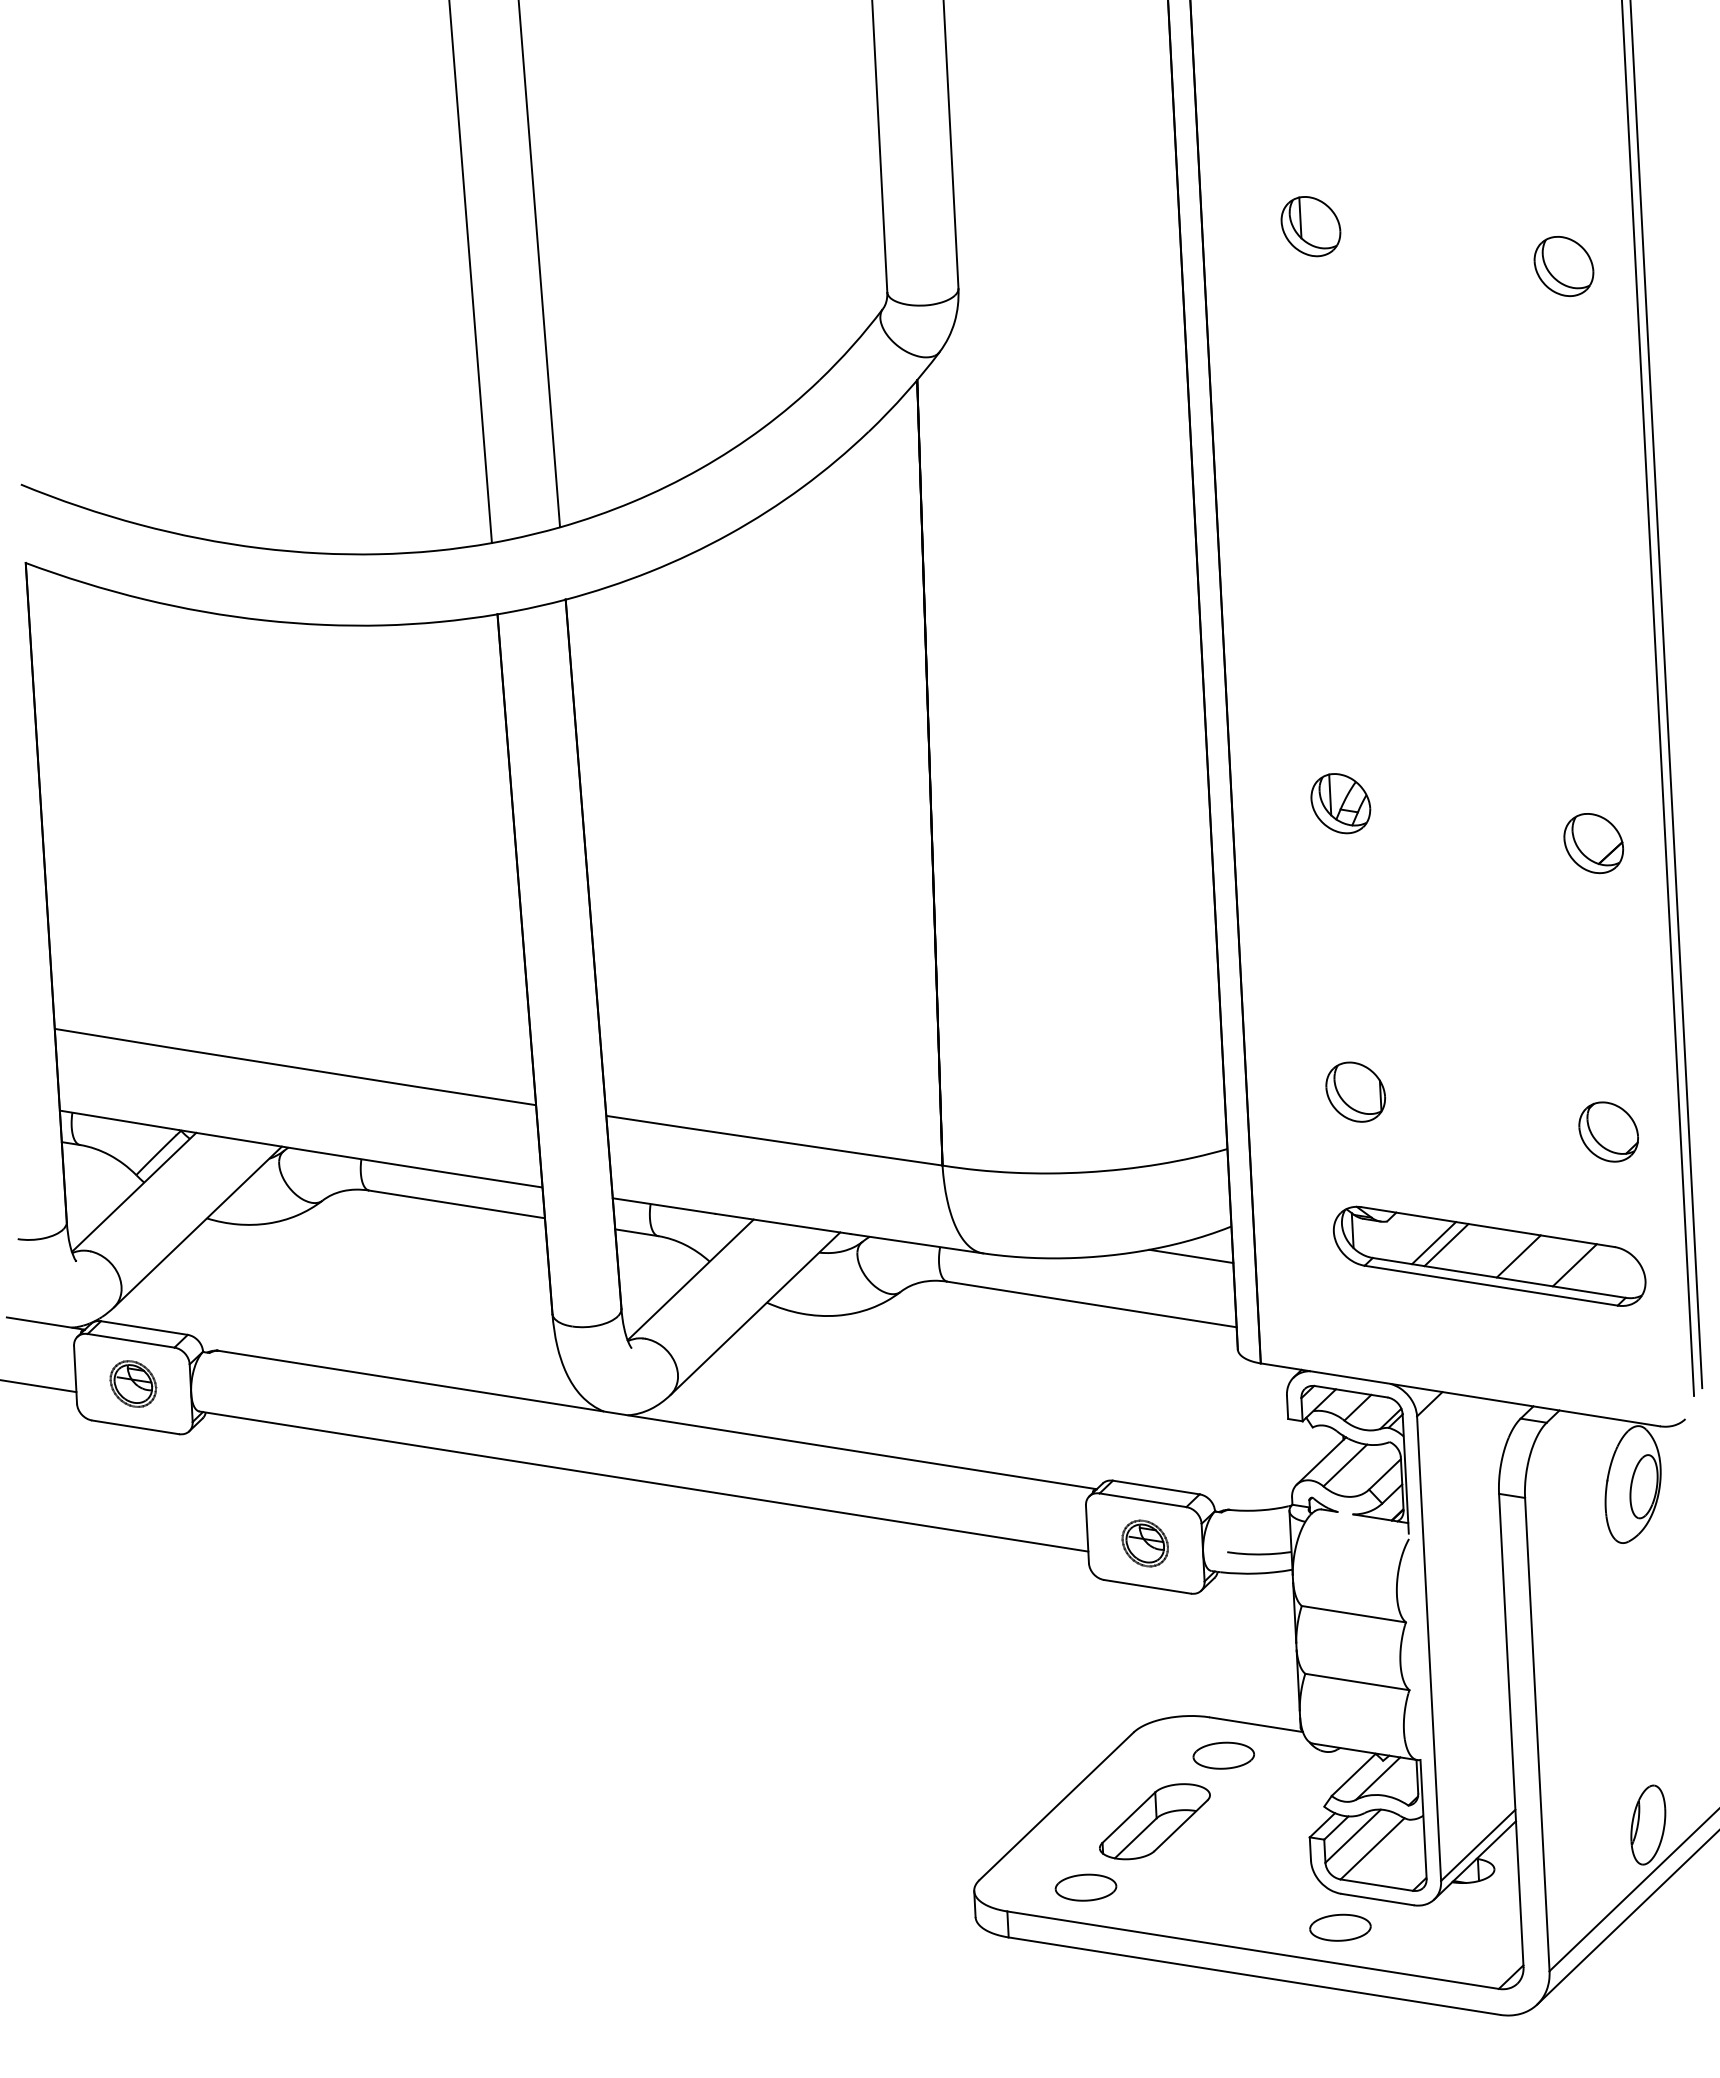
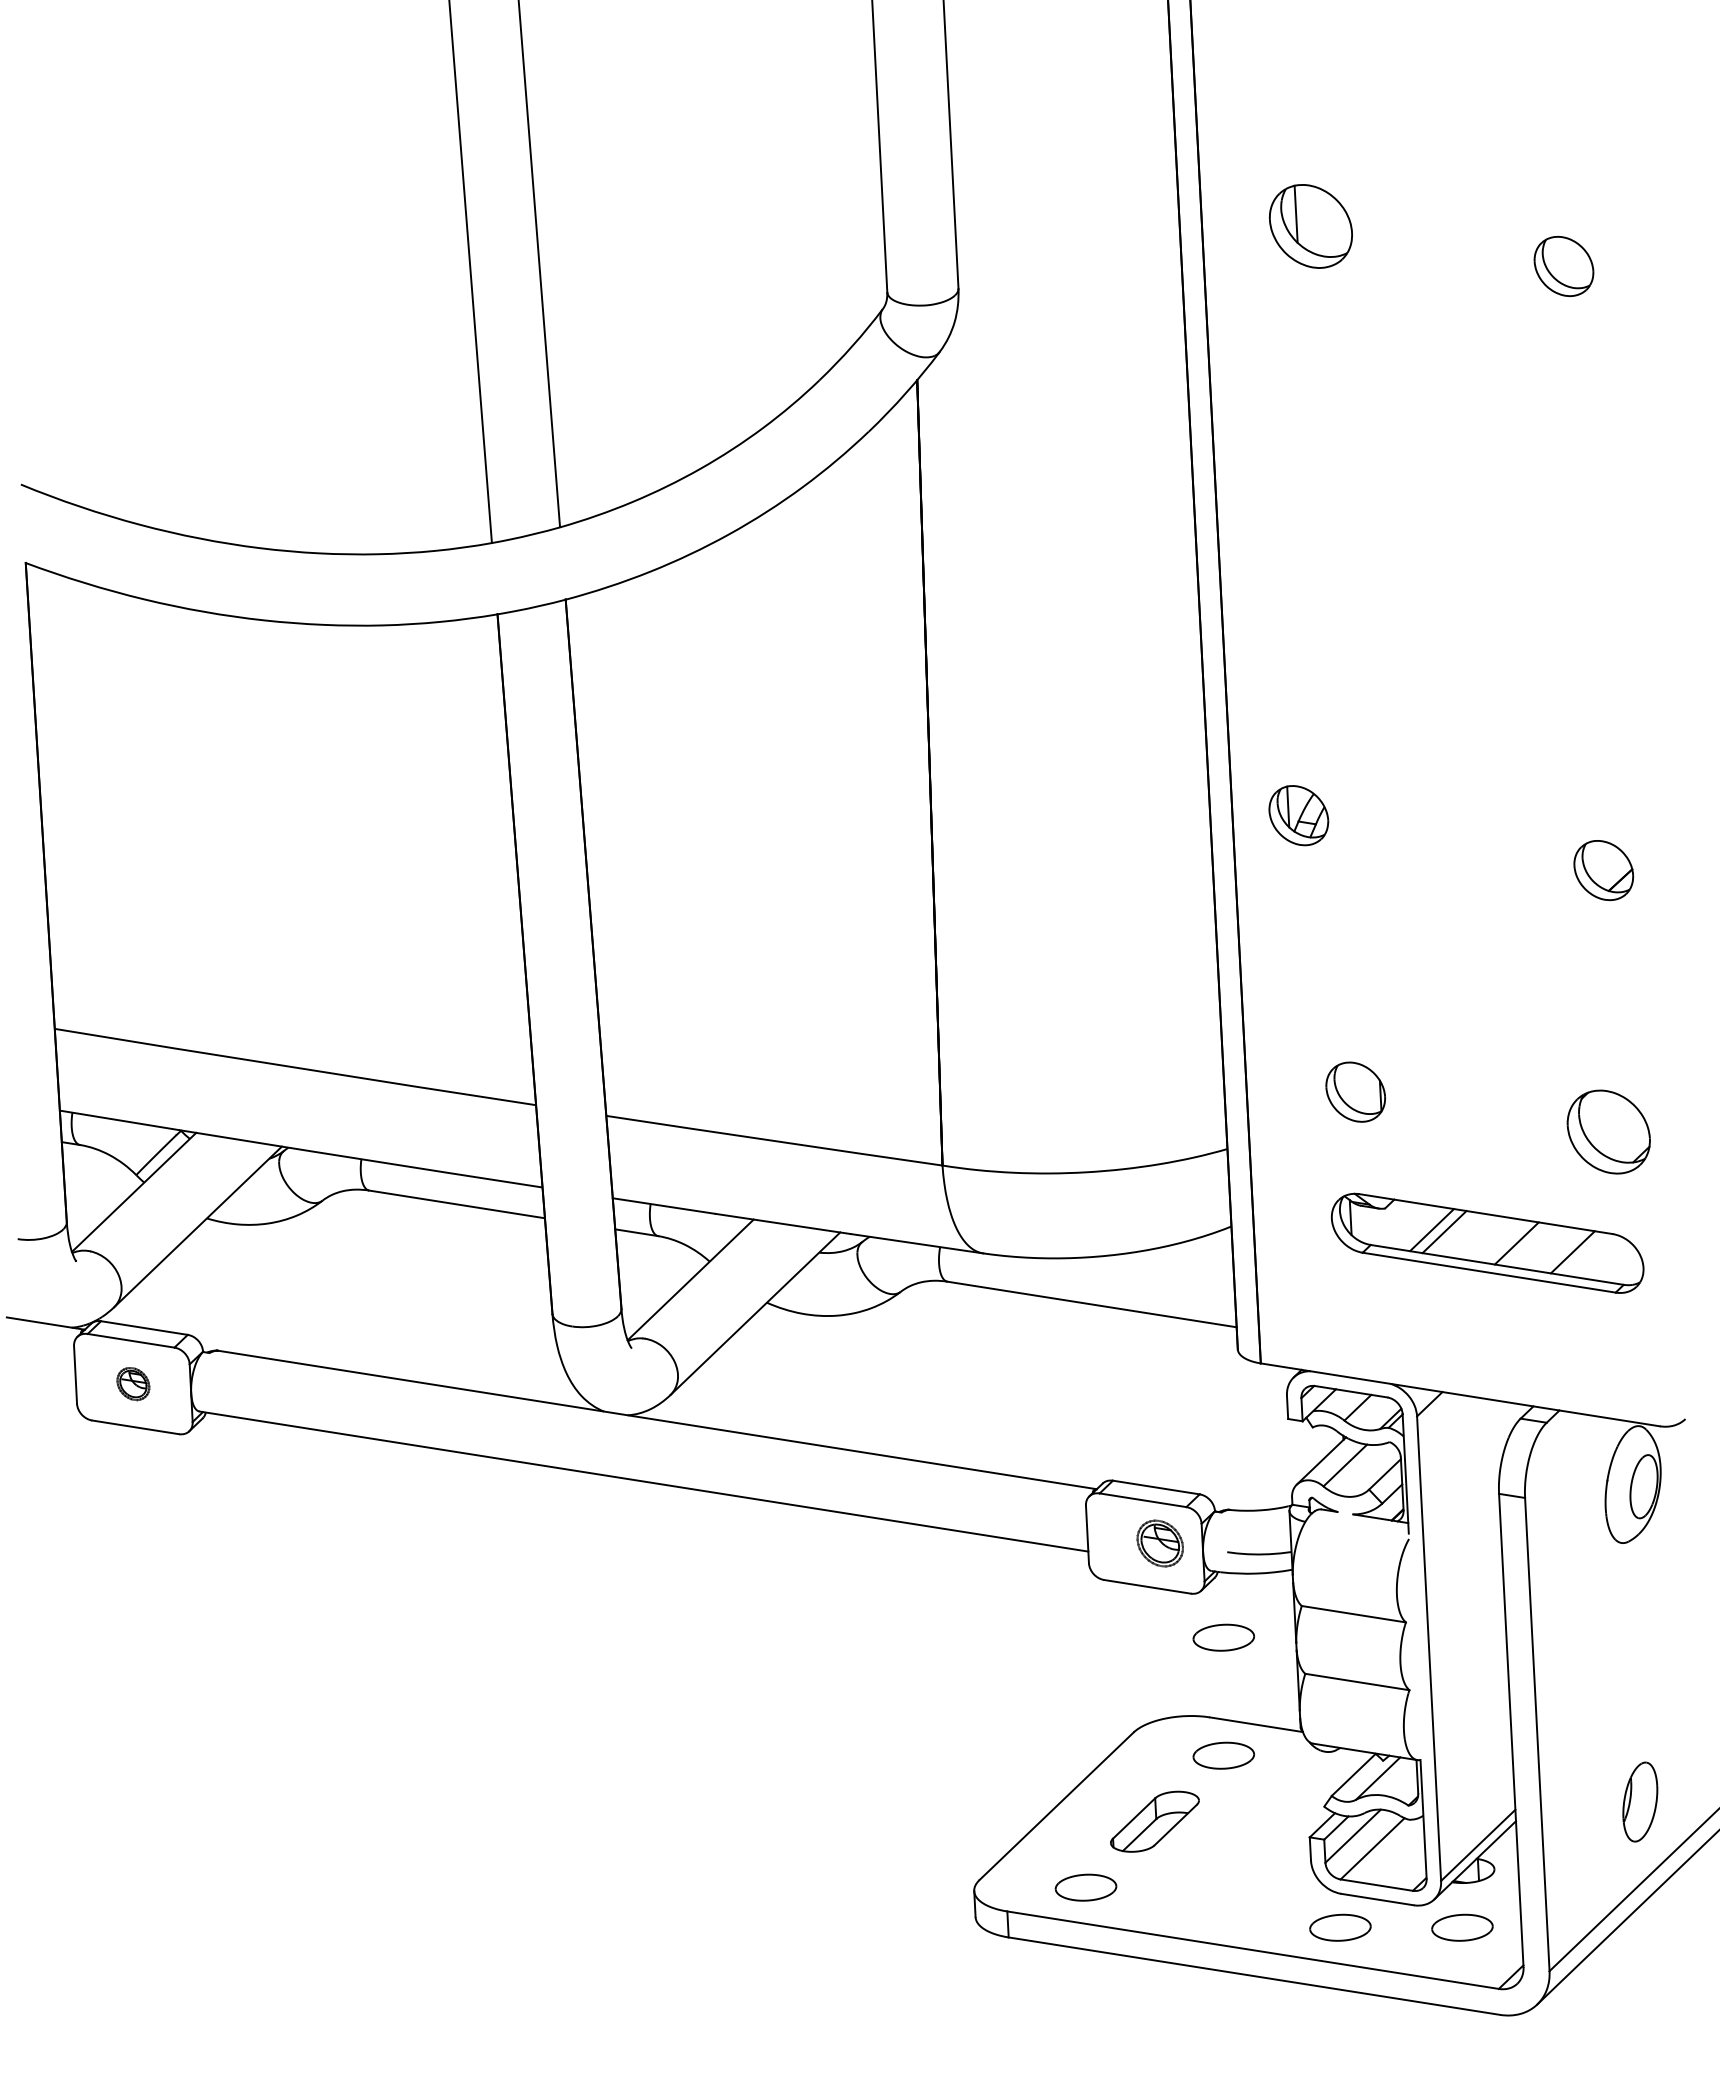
part at (1310, 226) size: 62x62 px -> 84x85 px
line at (1666, 695): present -> none
line at (1658, 698): present -> none
part at (1340, 803) position: (1340, 803) -> (1298, 815)
part at (1593, 843) position: (1593, 843) -> (1603, 870)
part at (1608, 1131) size: 61x62 px -> 85x86 px
part at (1489, 1255) position: (1489, 1255) -> (1487, 1242)
line at (1191, 1256): present -> none
part at (133, 1383) size: 49x48 px -> 35x35 px
line at (39, 1386): present -> none
part at (1144, 1543) position: (1144, 1543) -> (1159, 1543)
part at (1223, 1637): none -> present
part at (1154, 1821) size: 112x78 px -> 90x63 px
part at (1648, 1824) position: (1648, 1824) -> (1640, 1801)
part at (1462, 1927): none -> present
